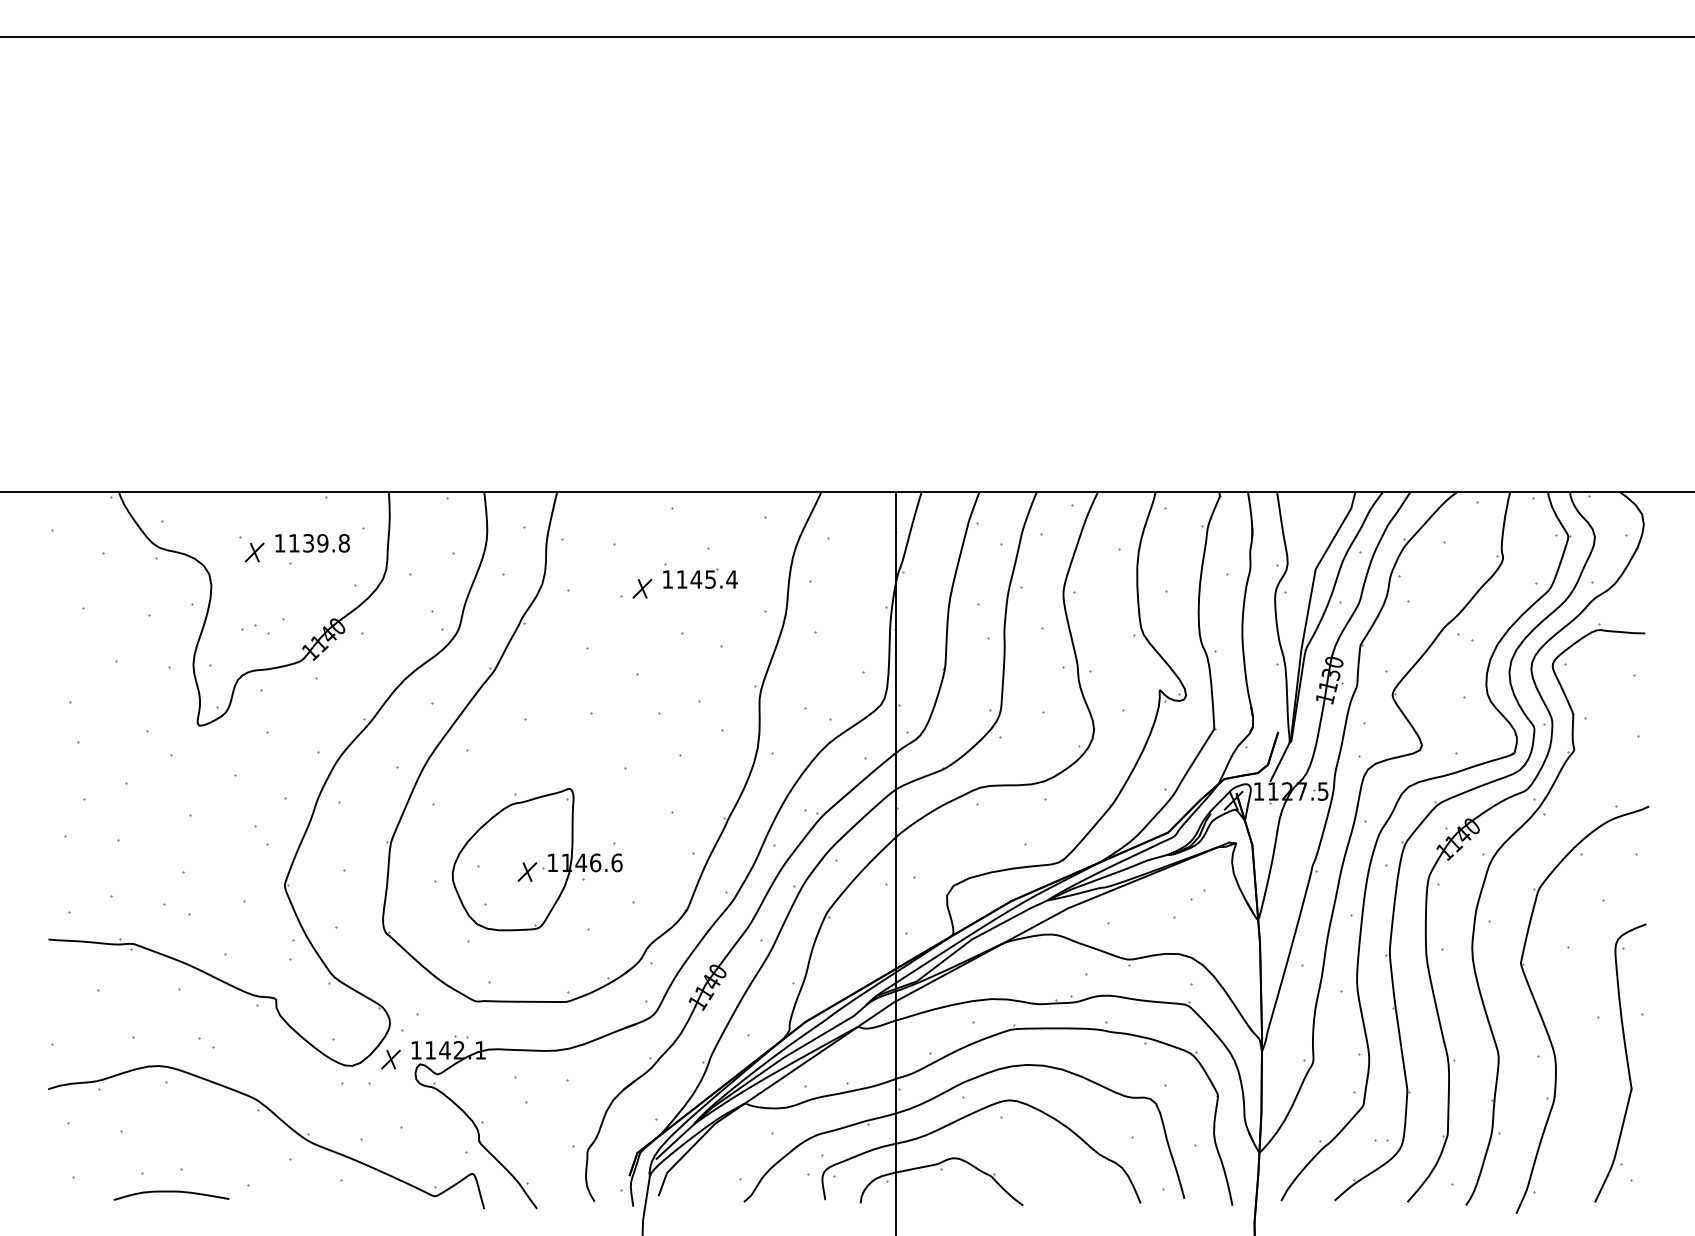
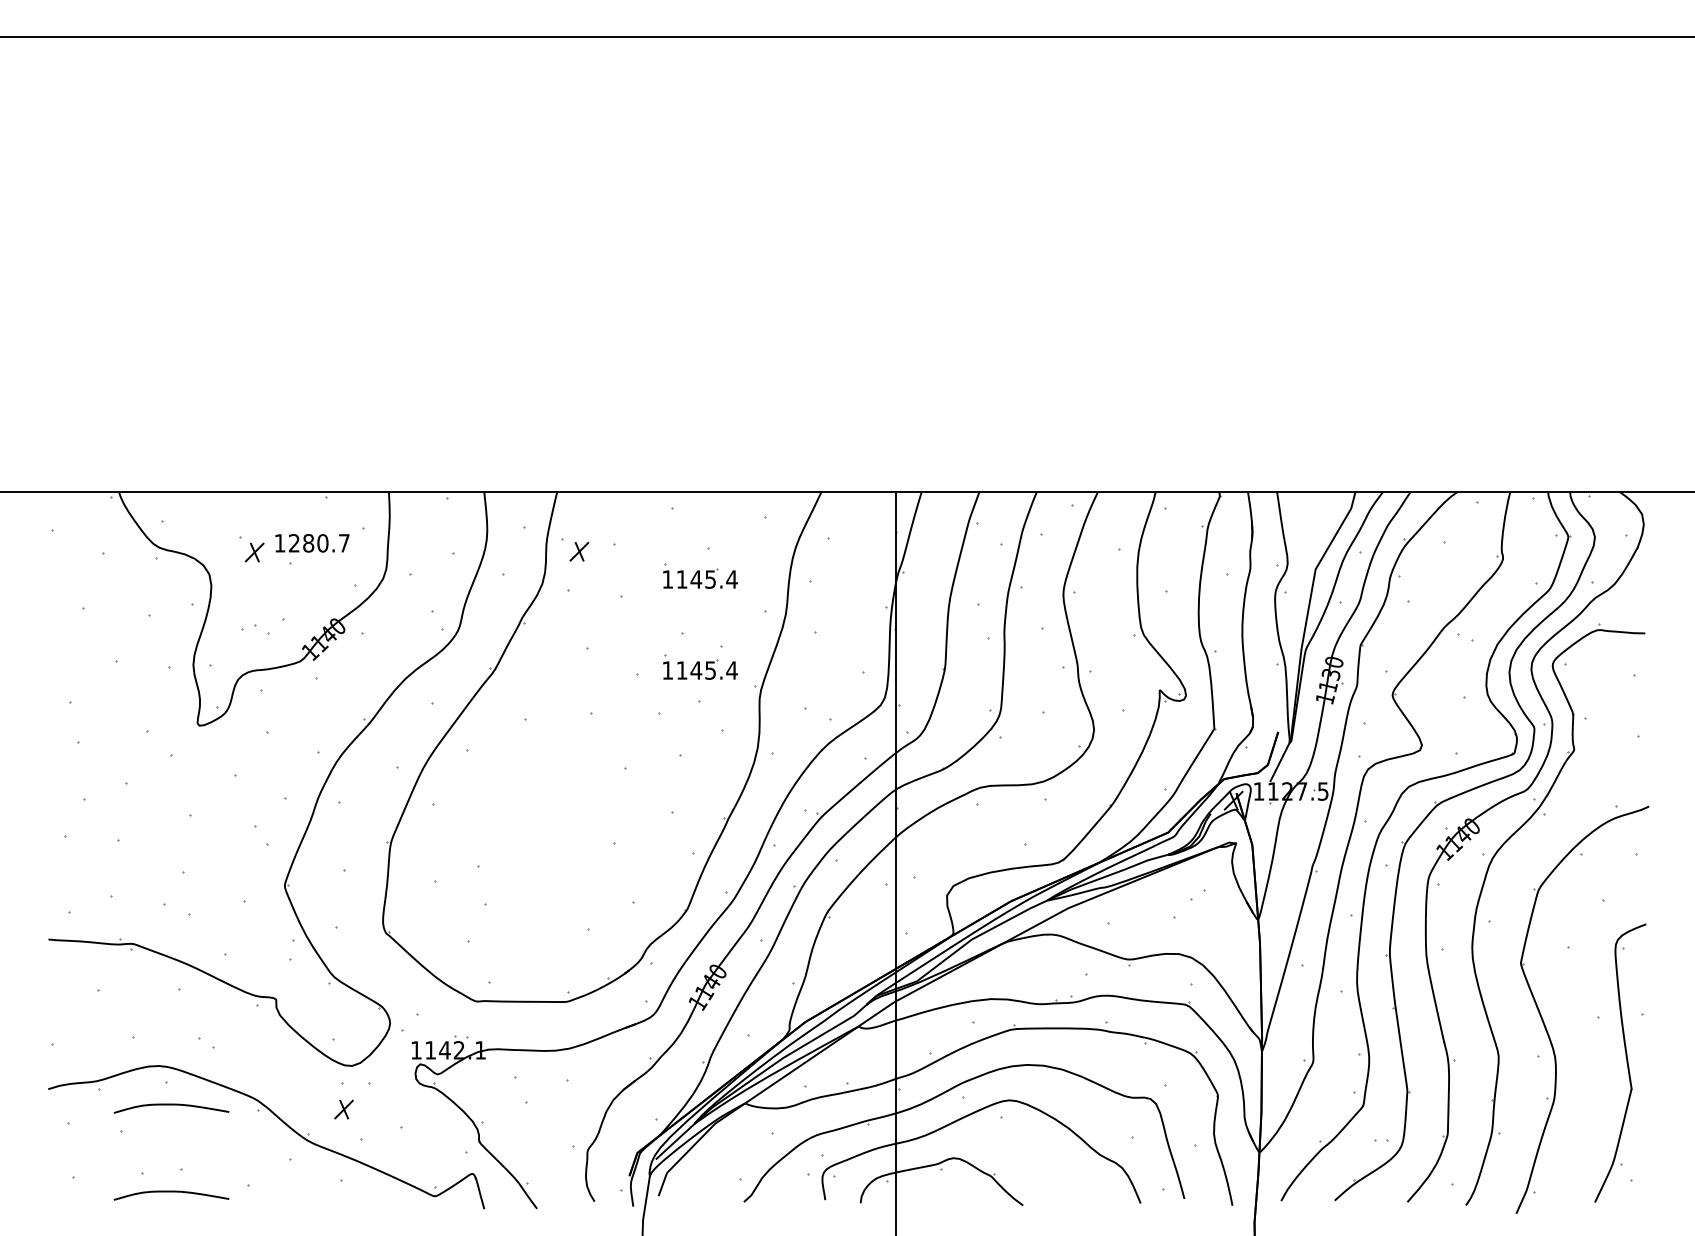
text at (319, 543): 1139.8 -> 1280.7
part at (642, 588) position: (642, 588) -> (579, 551)
part at (700, 666): none -> present
part at (536, 859): present -> none
part at (390, 1059) position: (390, 1059) -> (343, 1109)
curve at (171, 1105): none -> present
